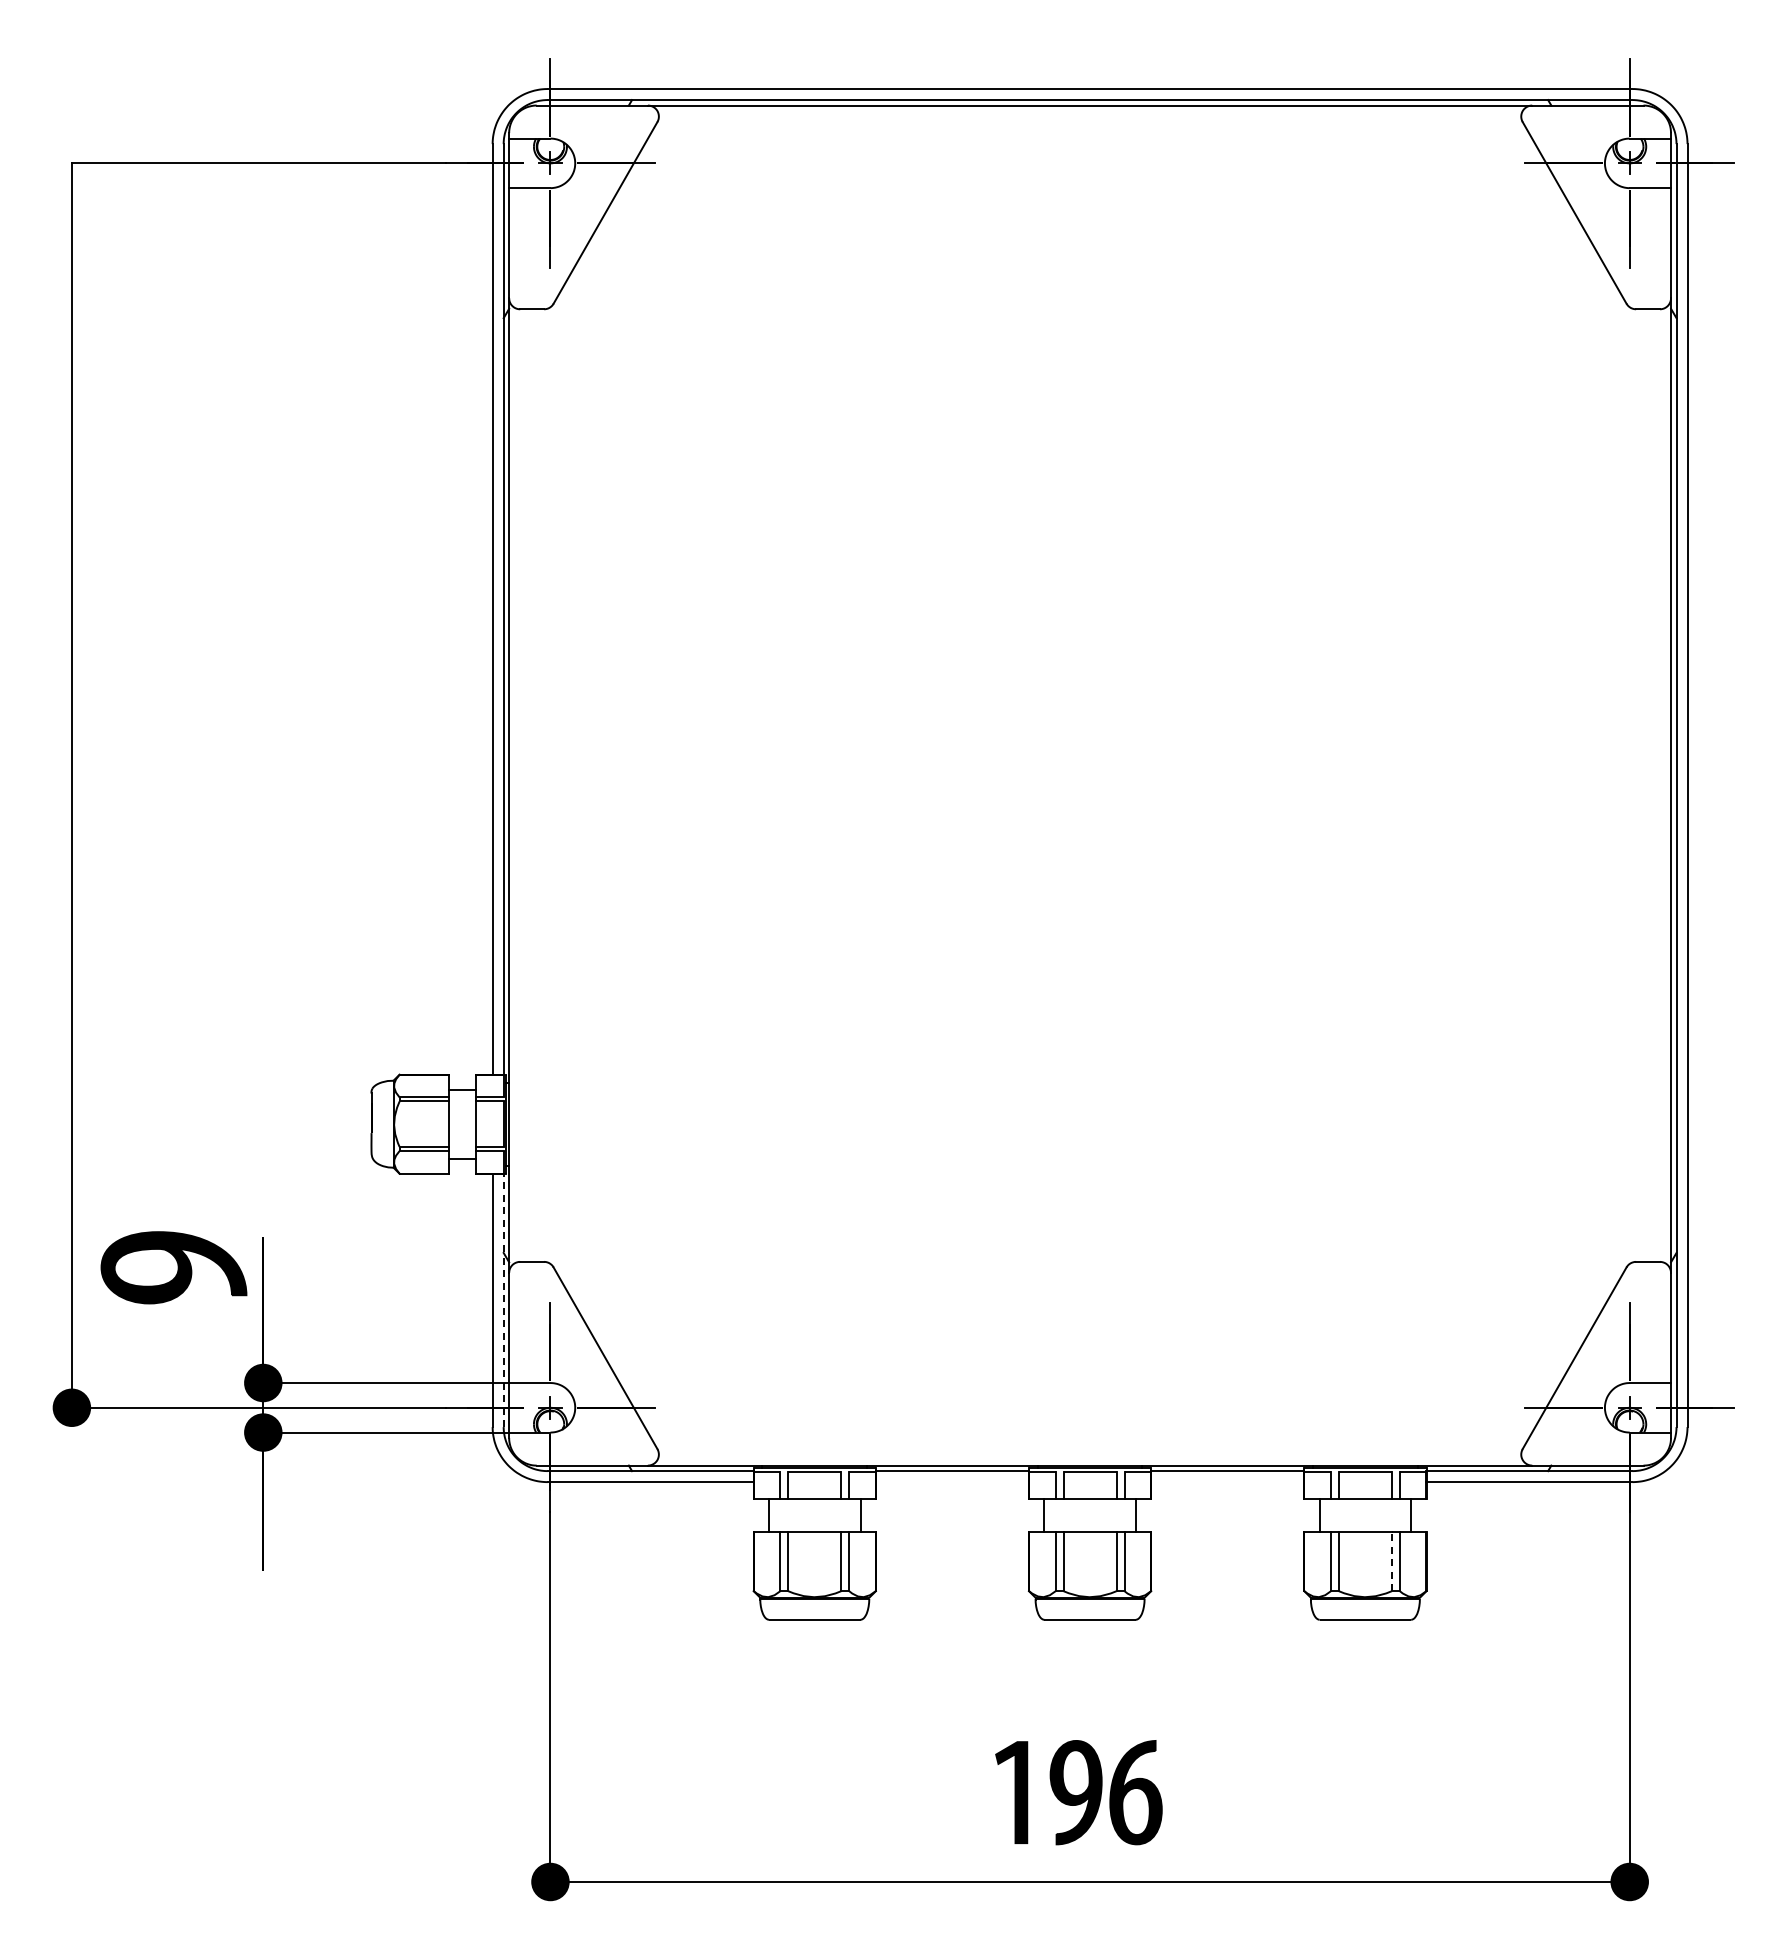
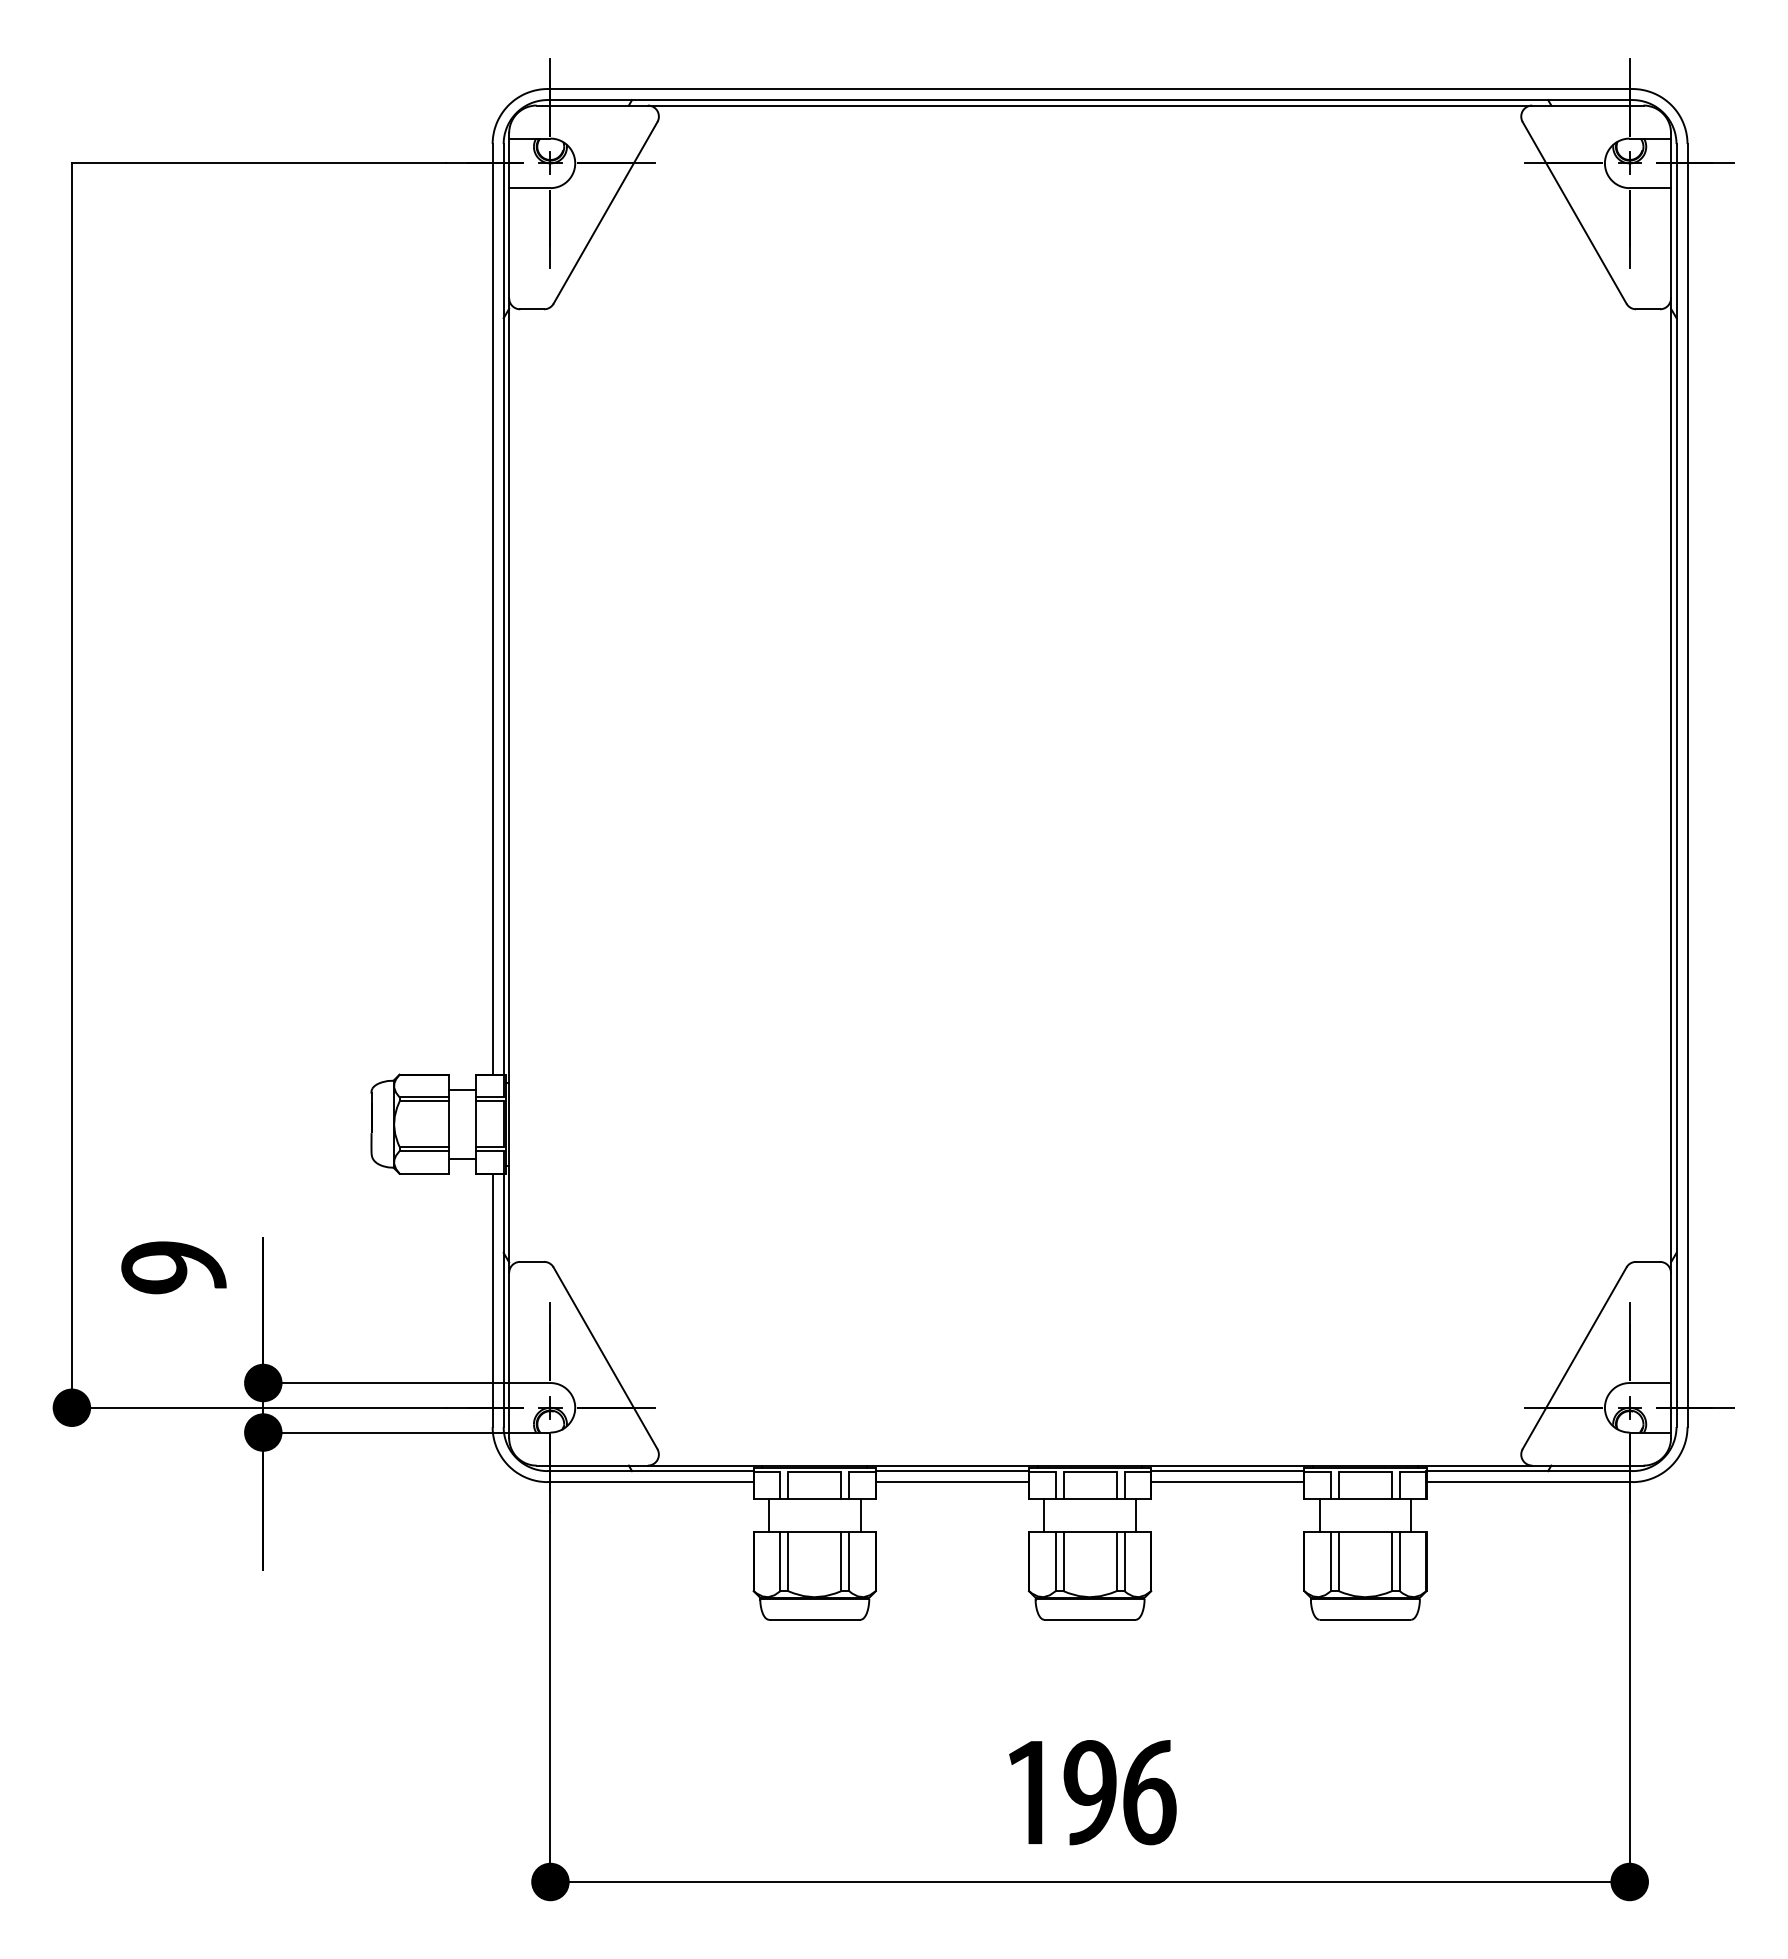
part at (173, 1267) size: 148x74 px -> 106x54 px
line at (503, 1300): dashed -> solid
line at (951, 1482): none -> present
line at (1227, 1482): none -> present
line at (1391, 1561): dashed -> solid
part at (1078, 1792) position: (1078, 1792) -> (1092, 1792)
